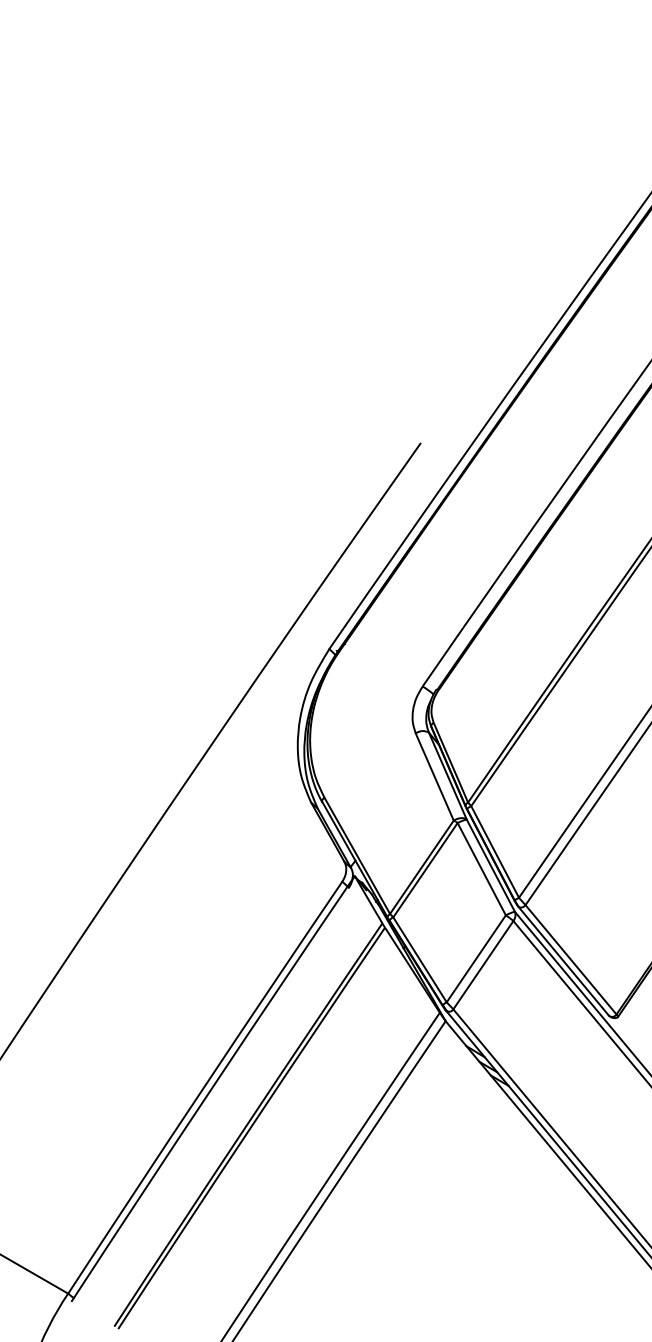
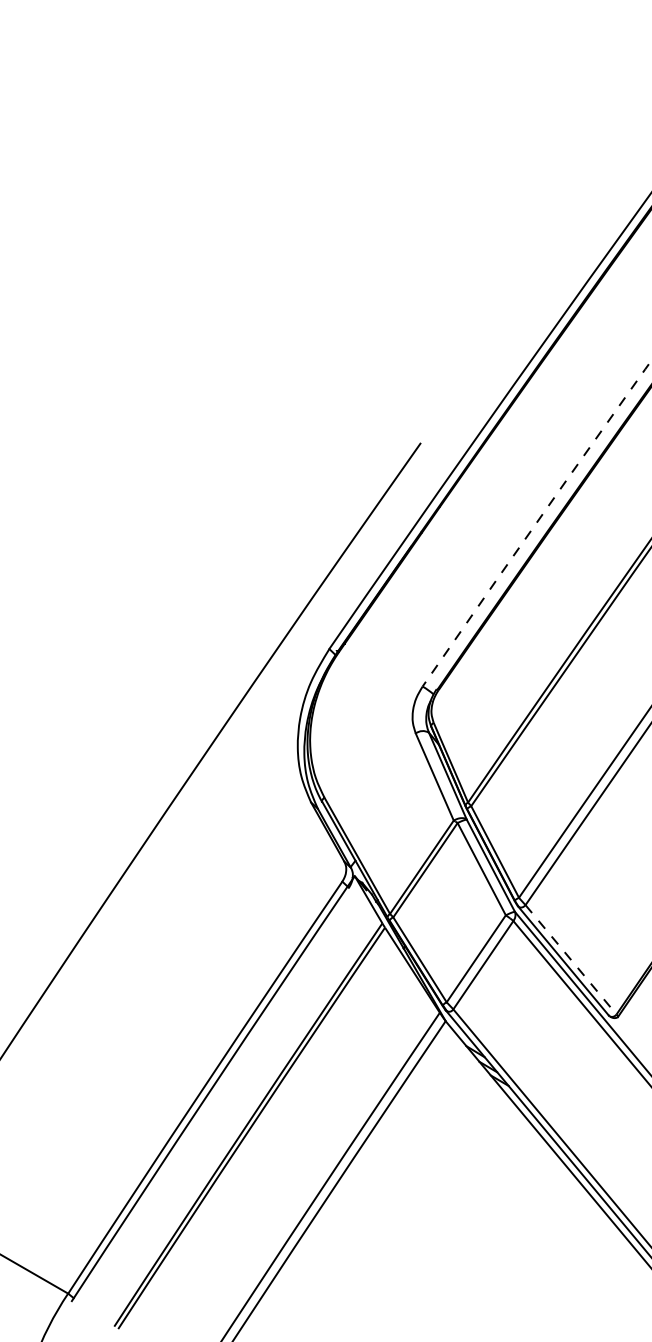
arc at (536, 522): solid -> dashed
line at (571, 960): solid -> dashed
